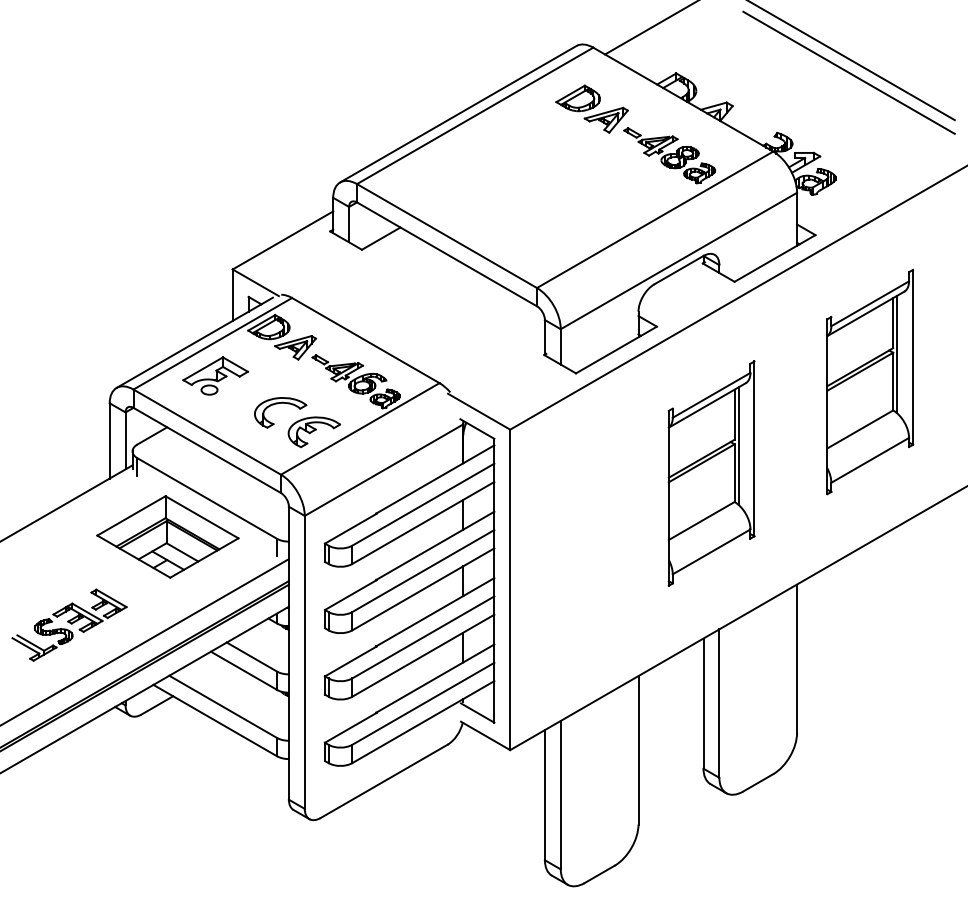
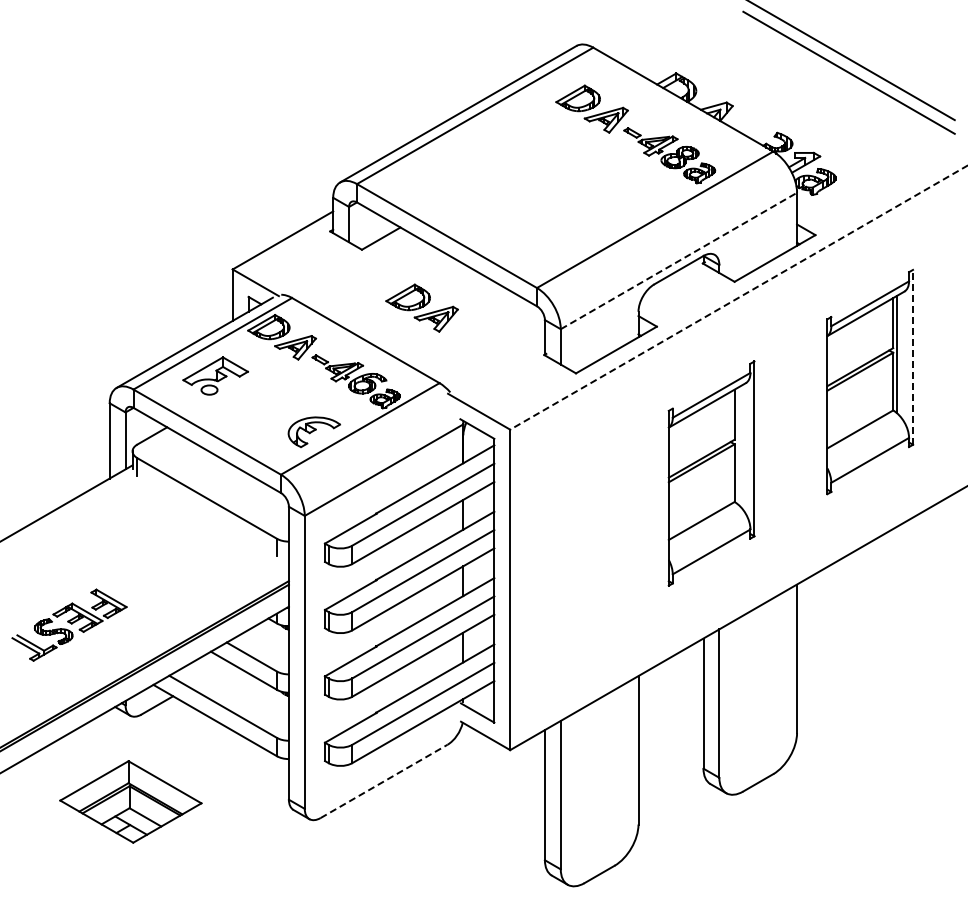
line at (650, 28): present -> none
line at (679, 260): solid -> dashed
line at (738, 297): solid -> dashed
part at (421, 307): none -> present
line at (913, 356): solid -> dashed
part at (277, 404): present -> none
line at (738, 445): present -> none
part at (167, 536) position: (167, 536) -> (130, 801)
line at (145, 641): present -> none
line at (384, 781): solid -> dashed
